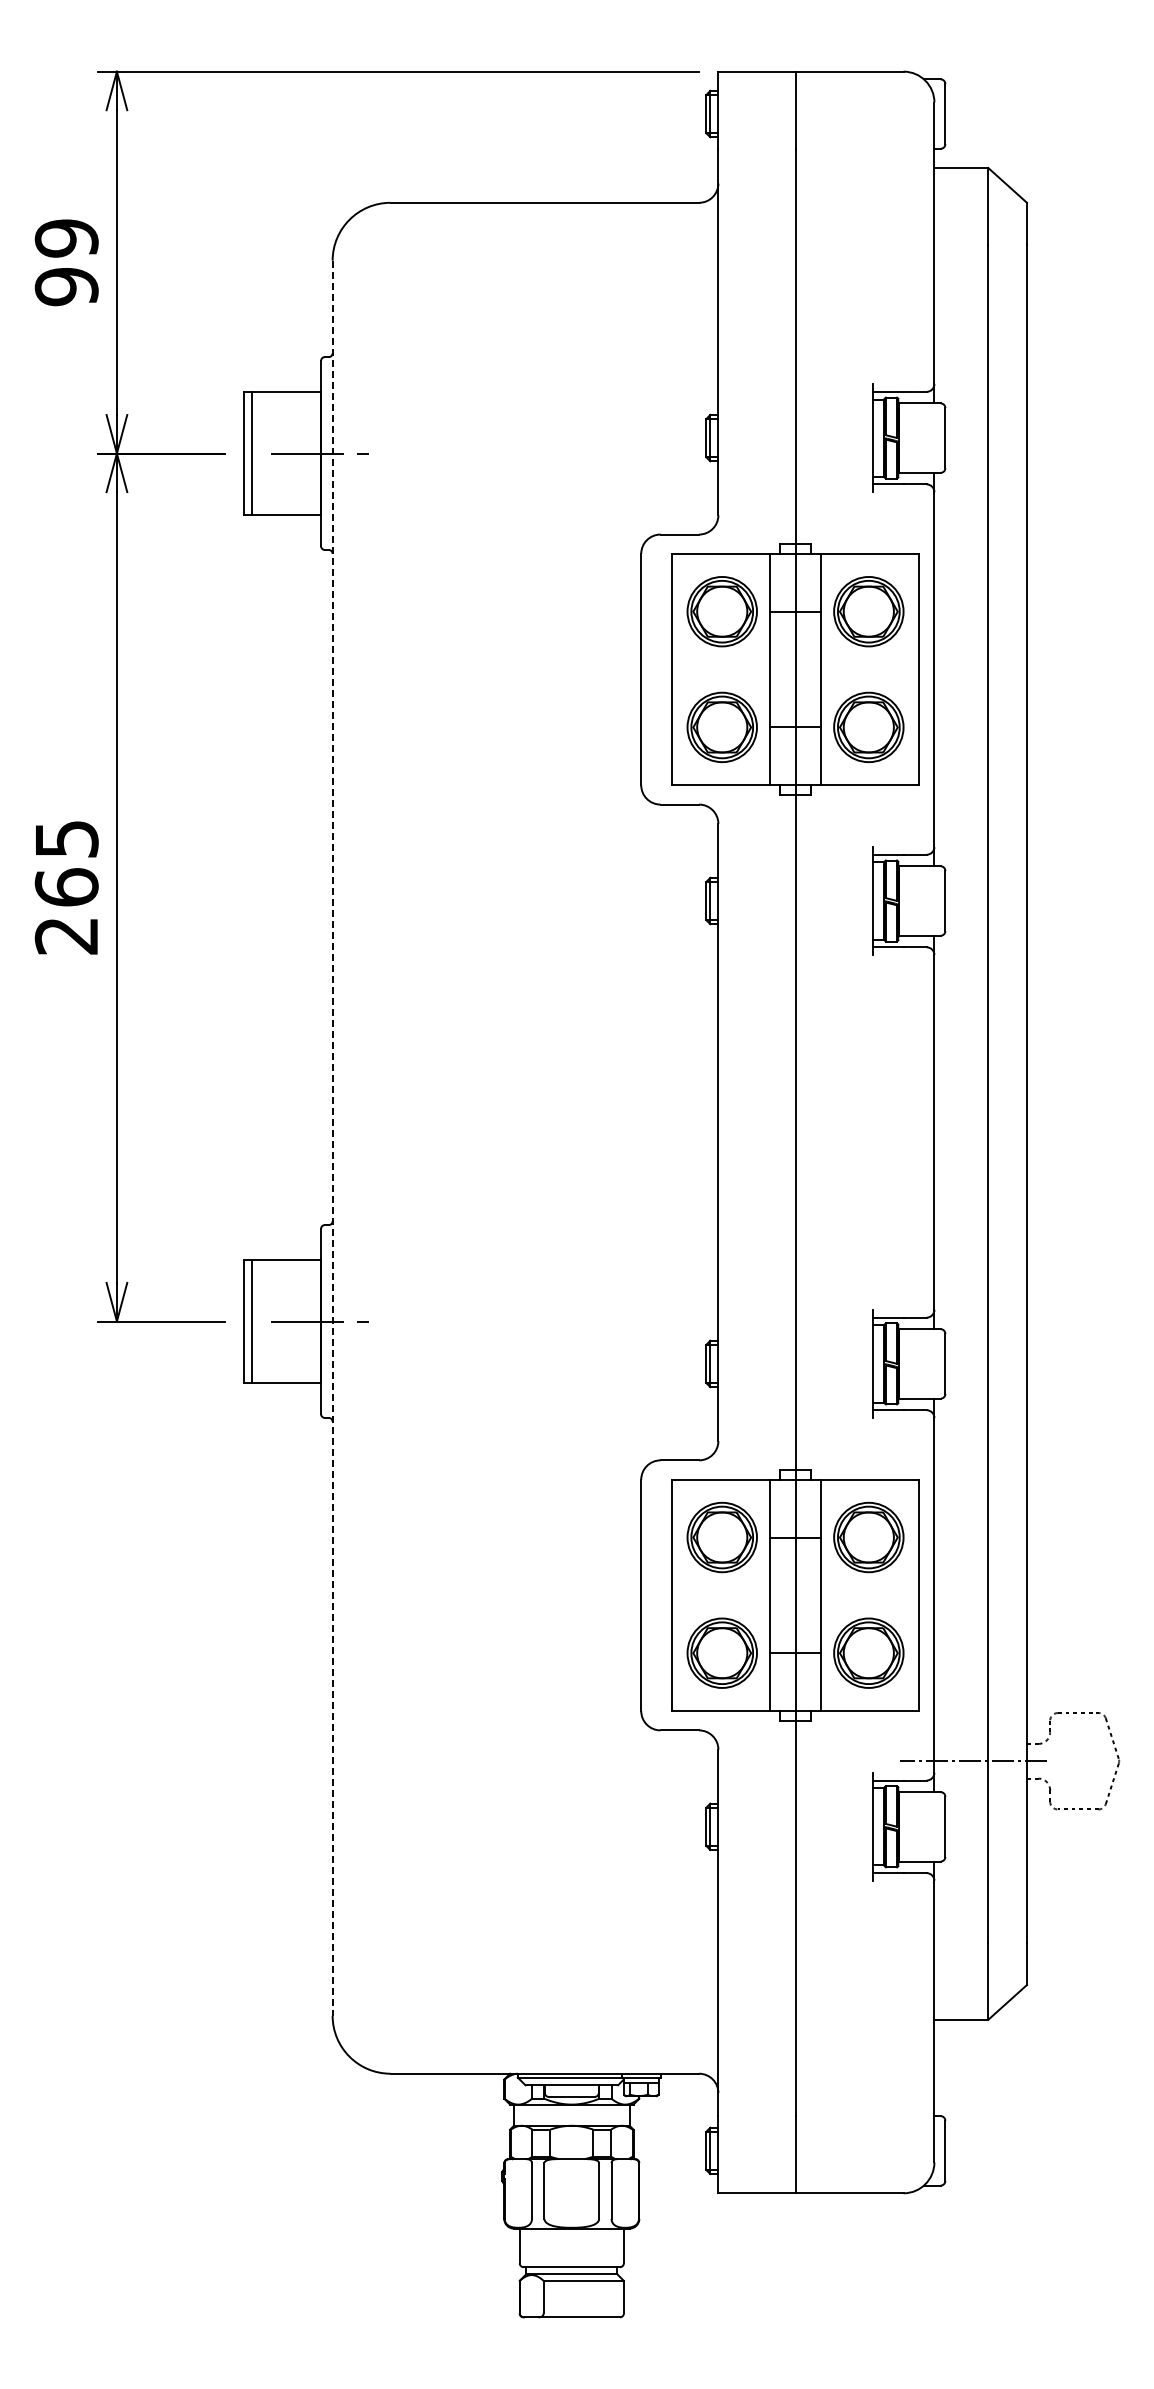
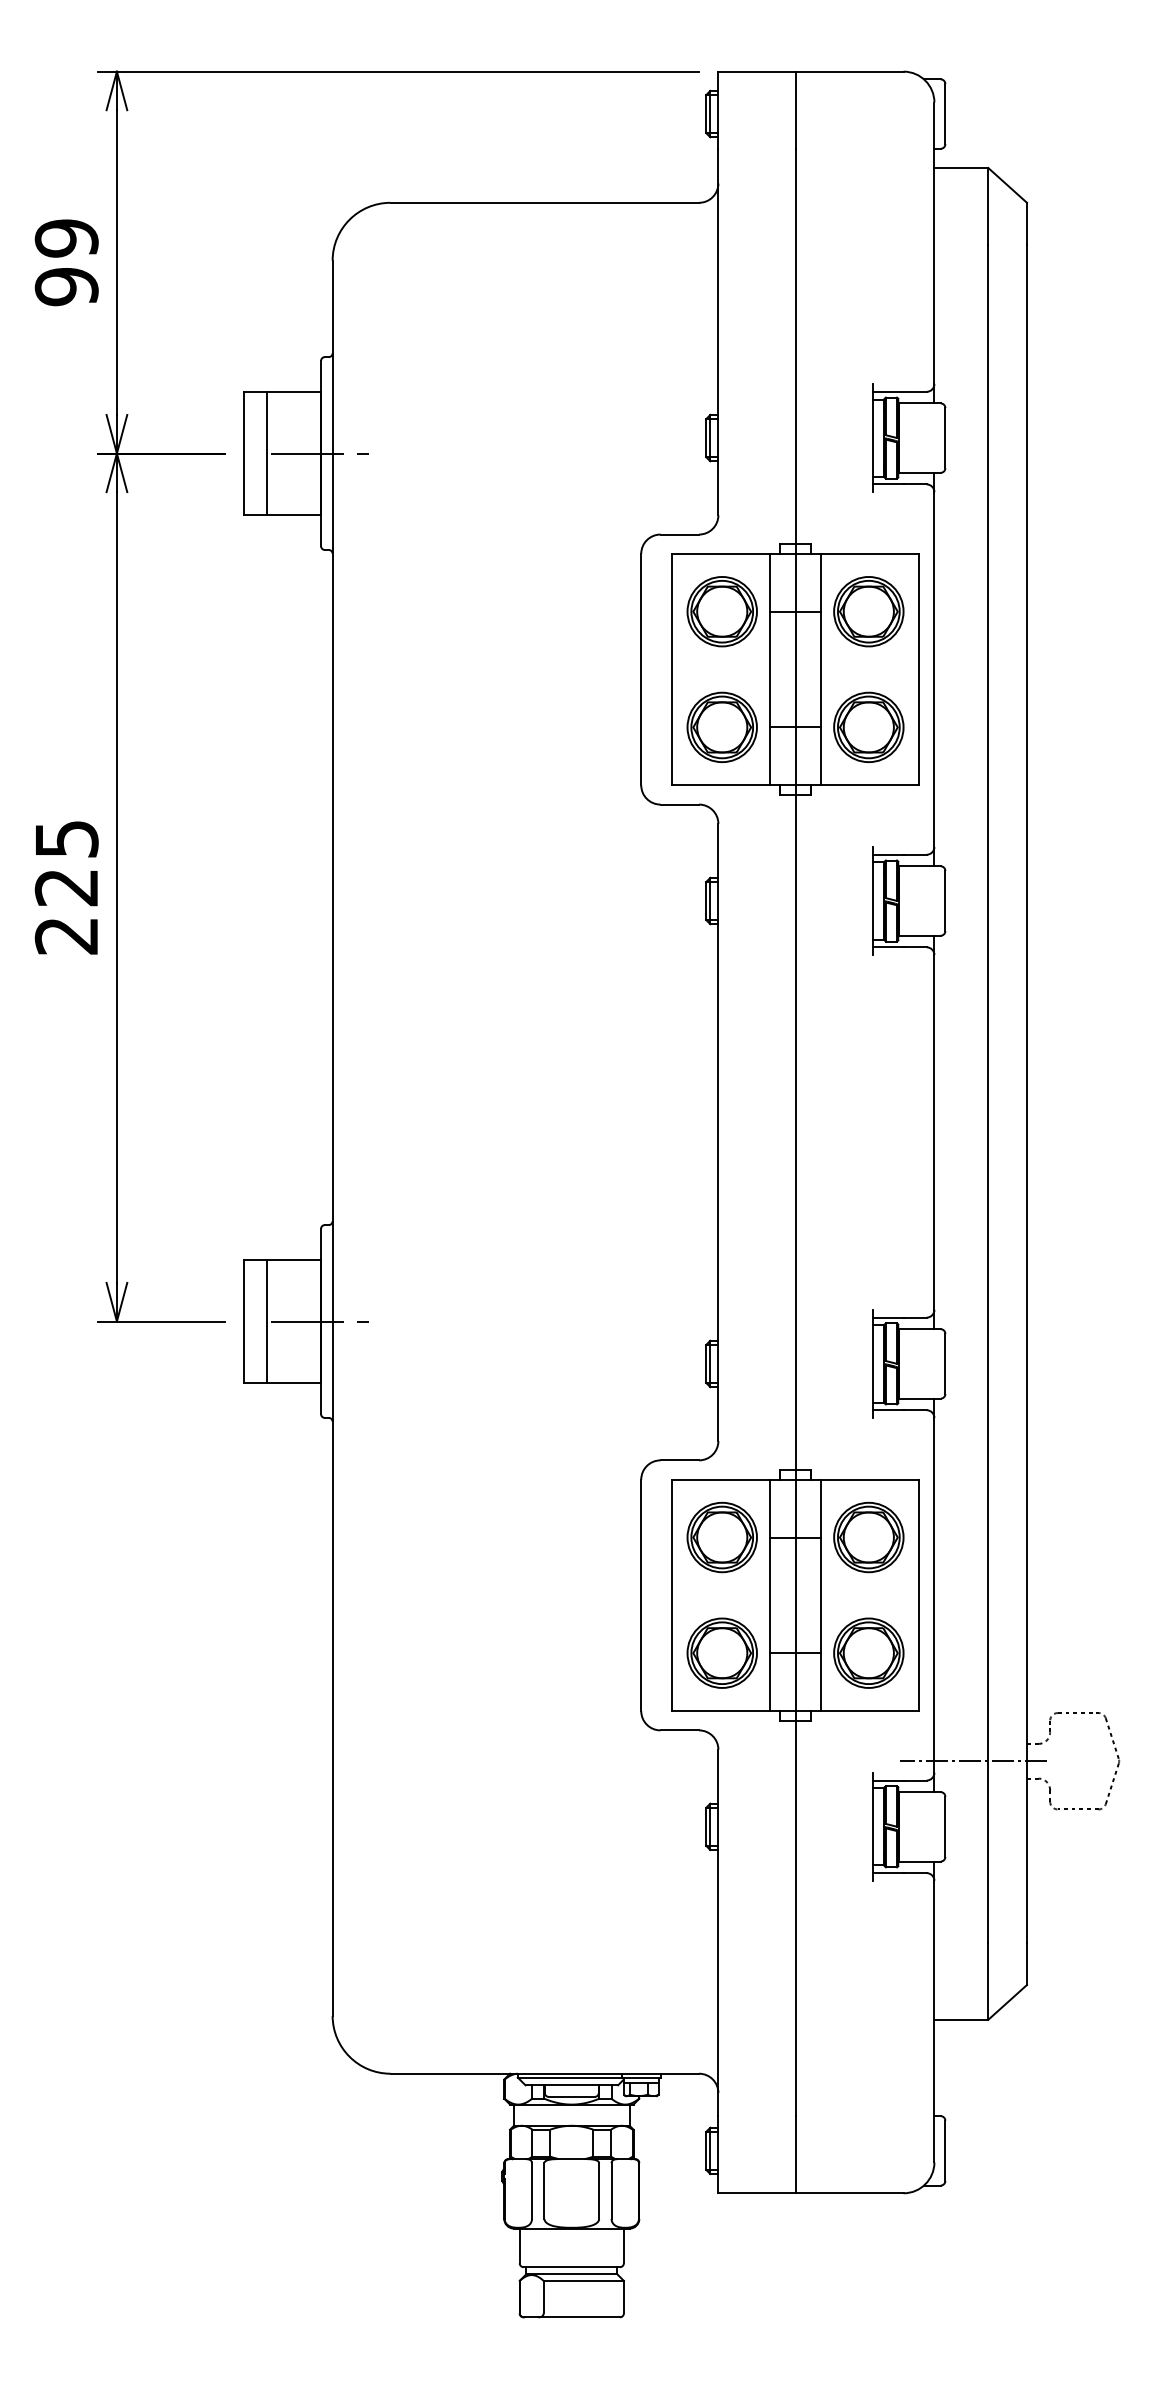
line at (252, 453) position: (252, 453) -> (267, 453)
text at (66, 887): 265 -> 225
line at (332, 1138): dashed -> solid
line at (252, 1321) position: (252, 1321) -> (267, 1321)
